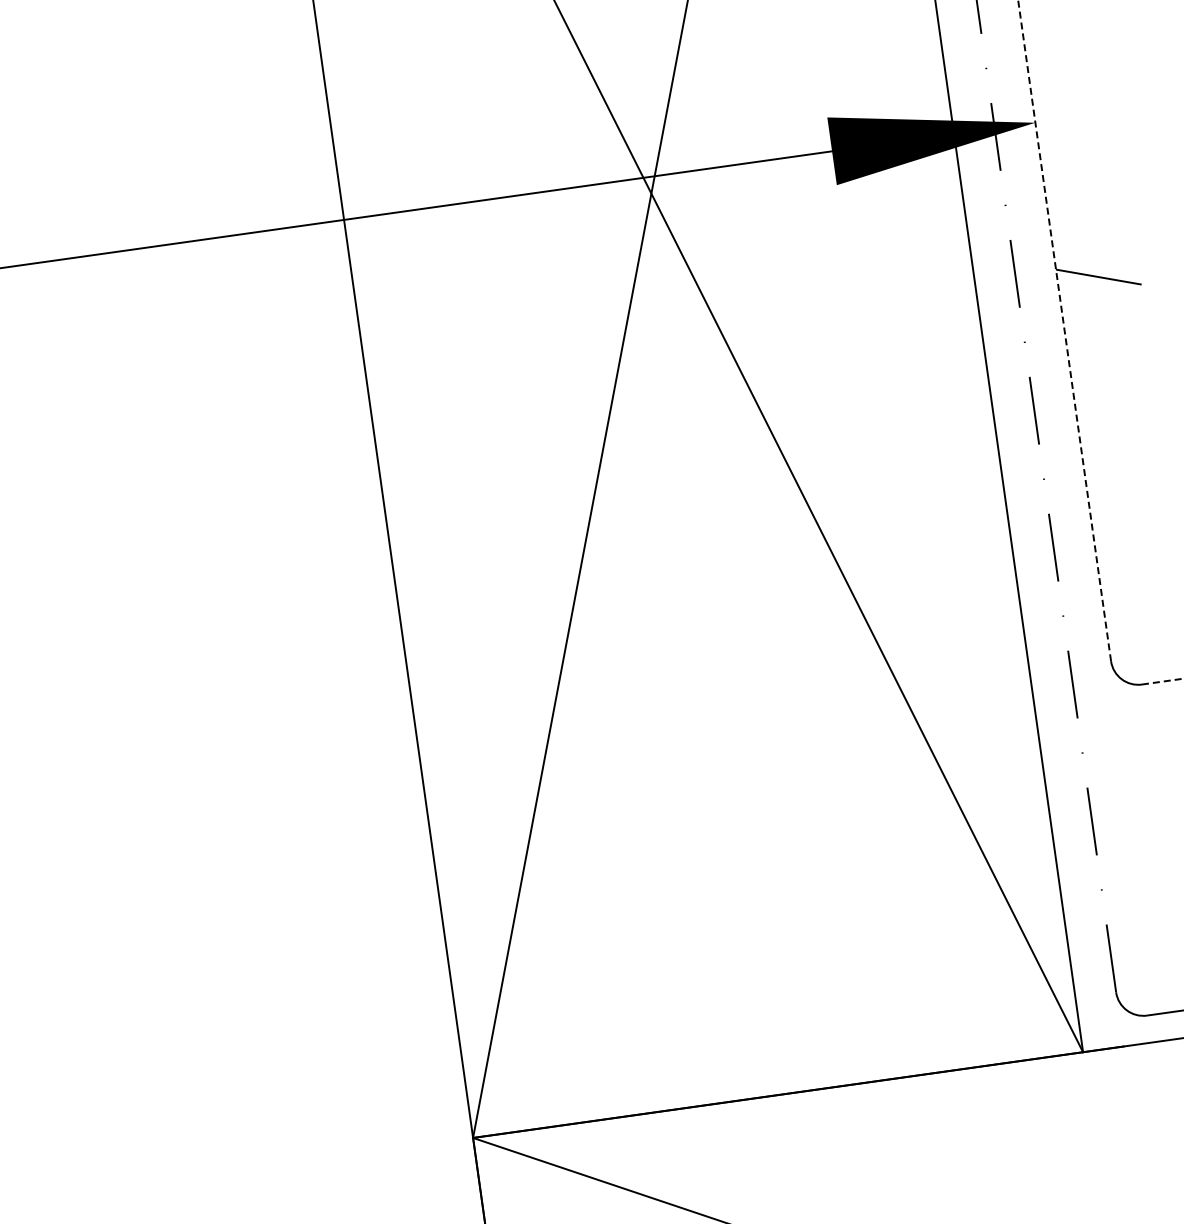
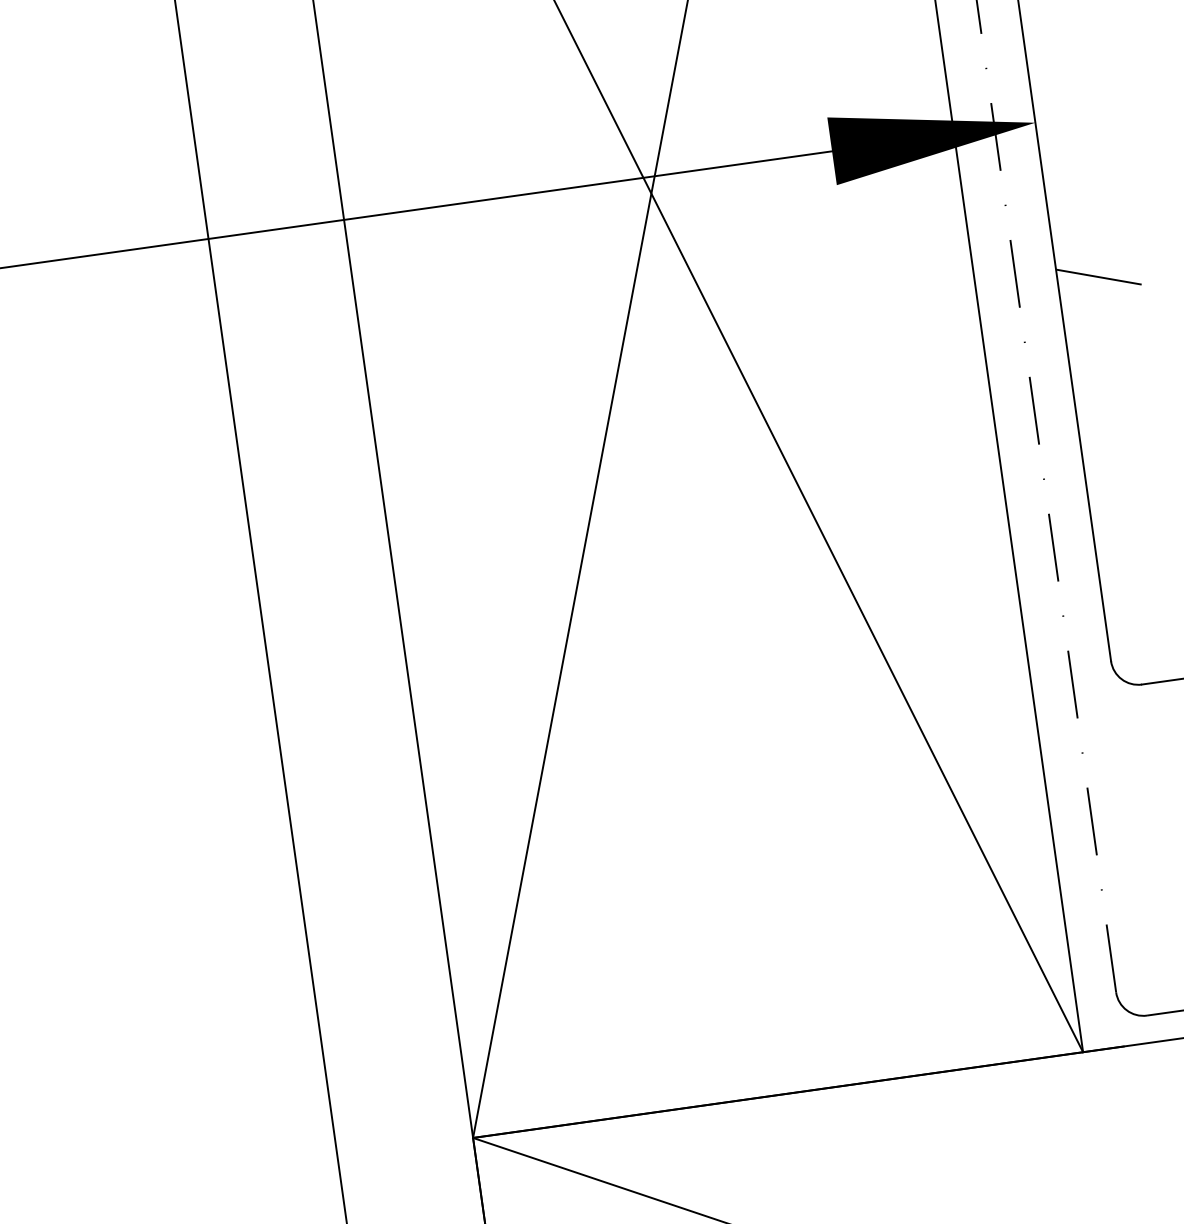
line at (1064, 330): dashed -> solid
line at (260, 611): none -> present
line at (1162, 681): dashed -> solid
